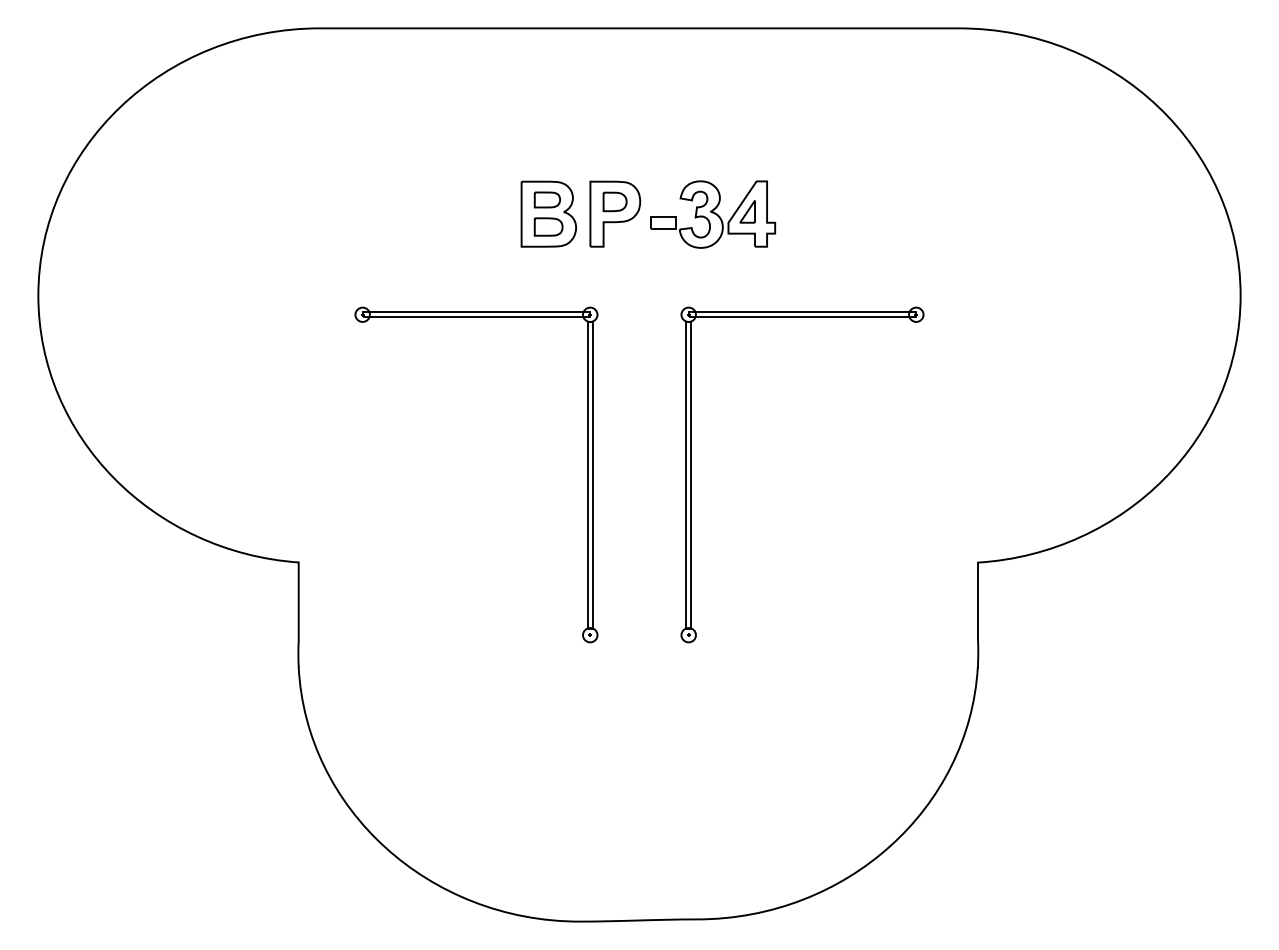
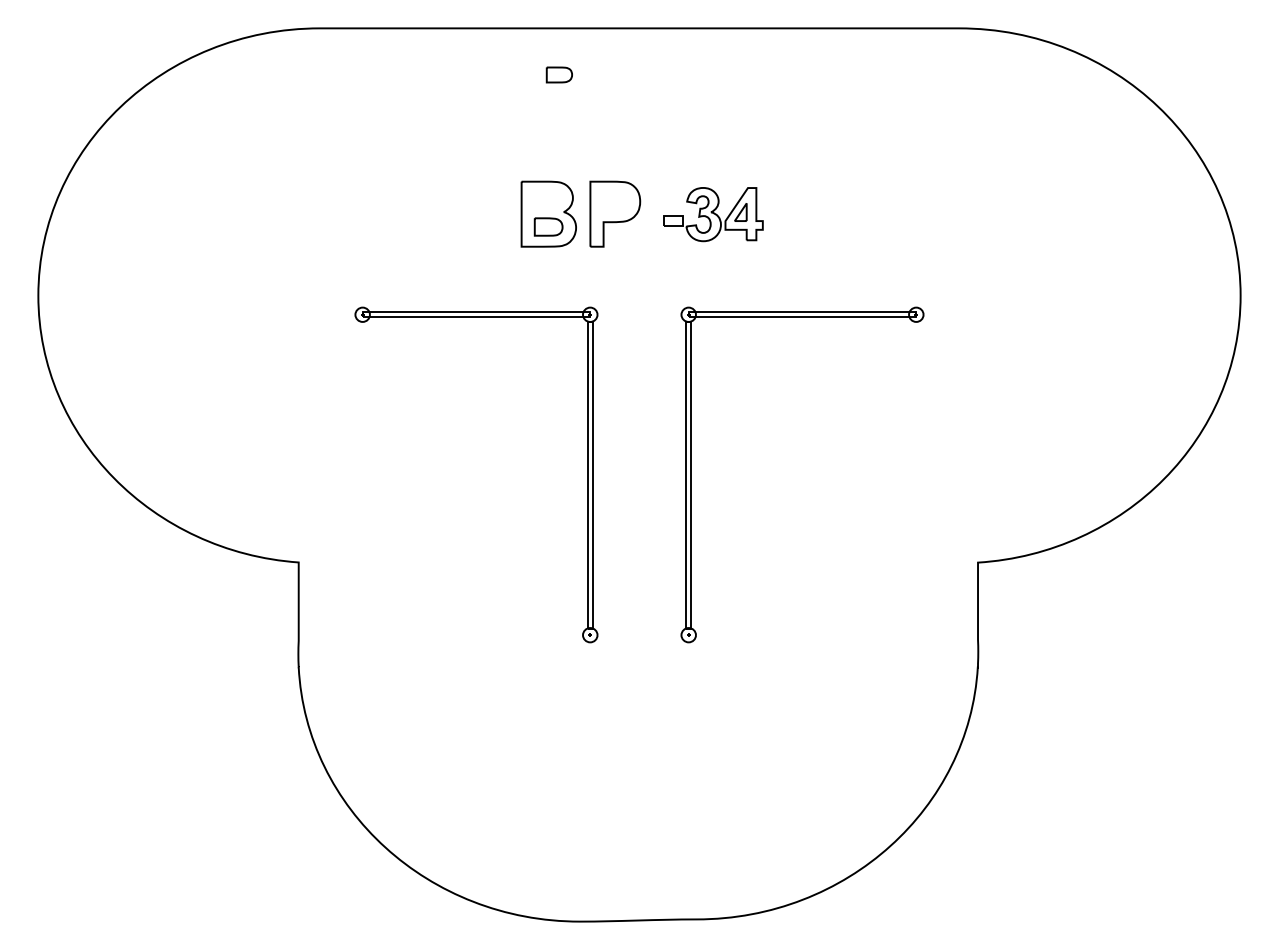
part at (546, 199) position: (546, 199) -> (558, 74)
part at (614, 201): present -> none
part at (713, 214) size: 127x69 px -> 101x56 px
